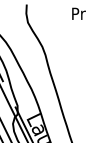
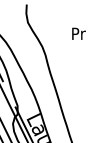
text at (78, 13) position: (78, 13) -> (78, 33)
